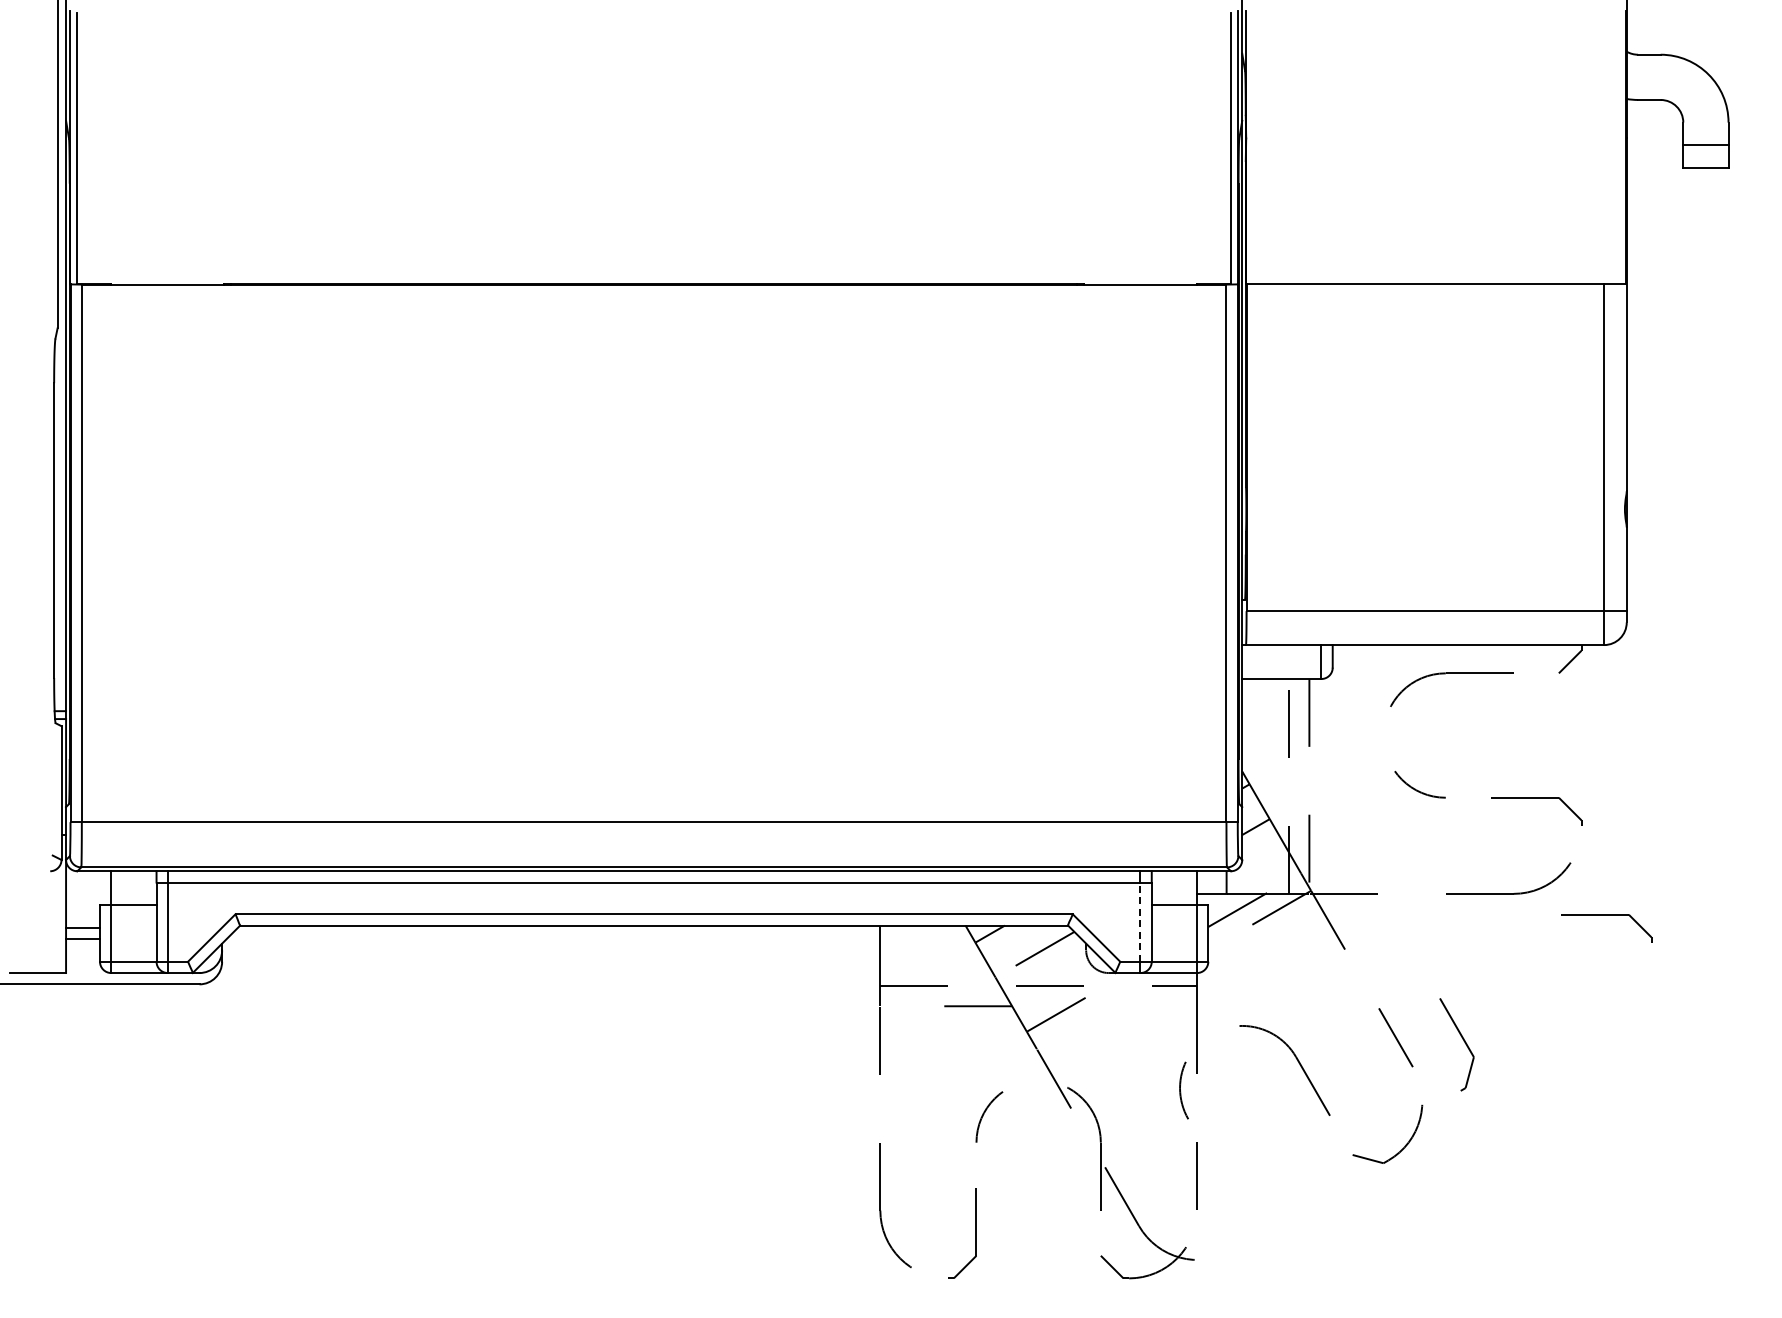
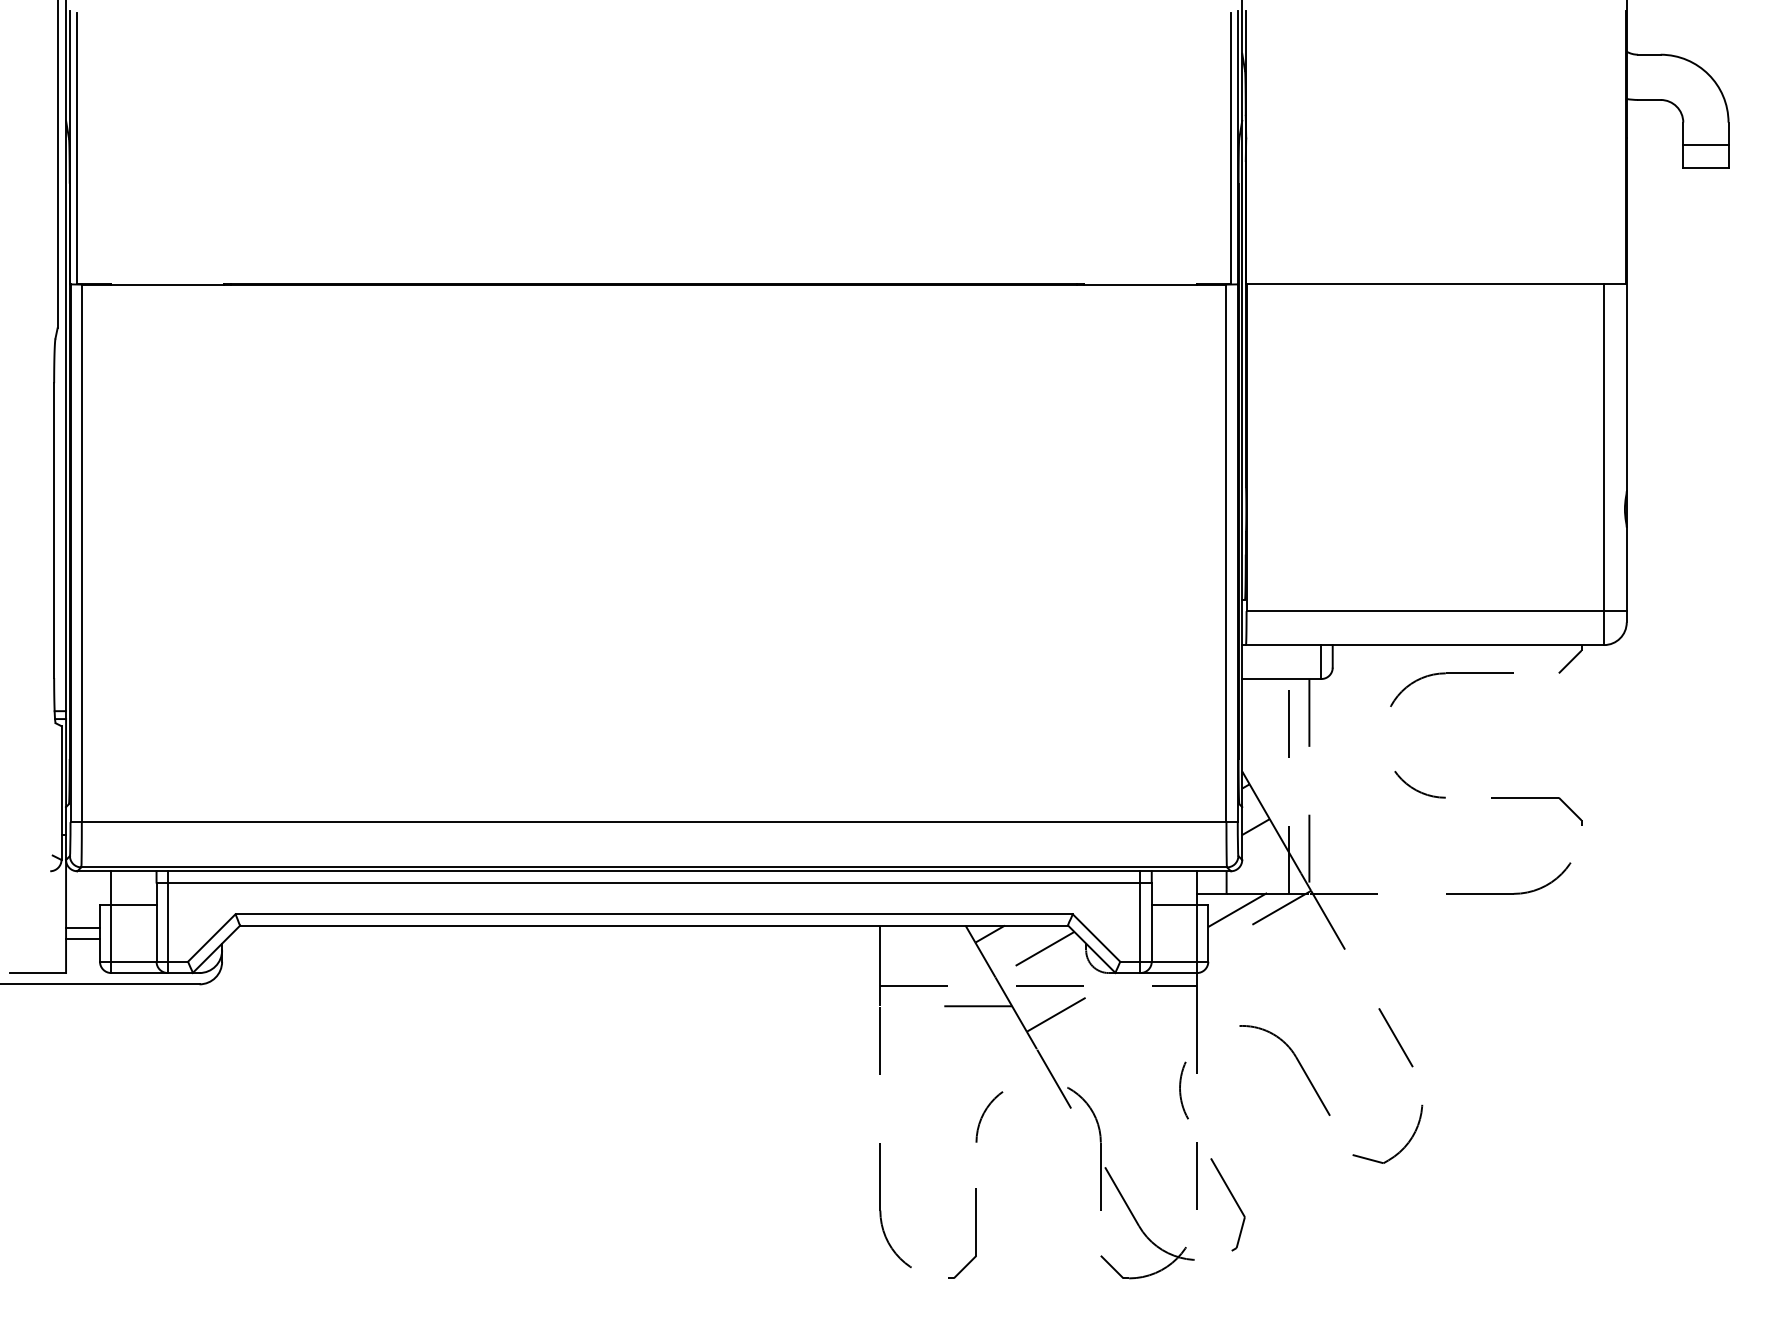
part at (1606, 915): present -> none
line at (1140, 922): dashed -> solid
part at (1463, 1041) position: (1463, 1041) -> (1234, 1201)
